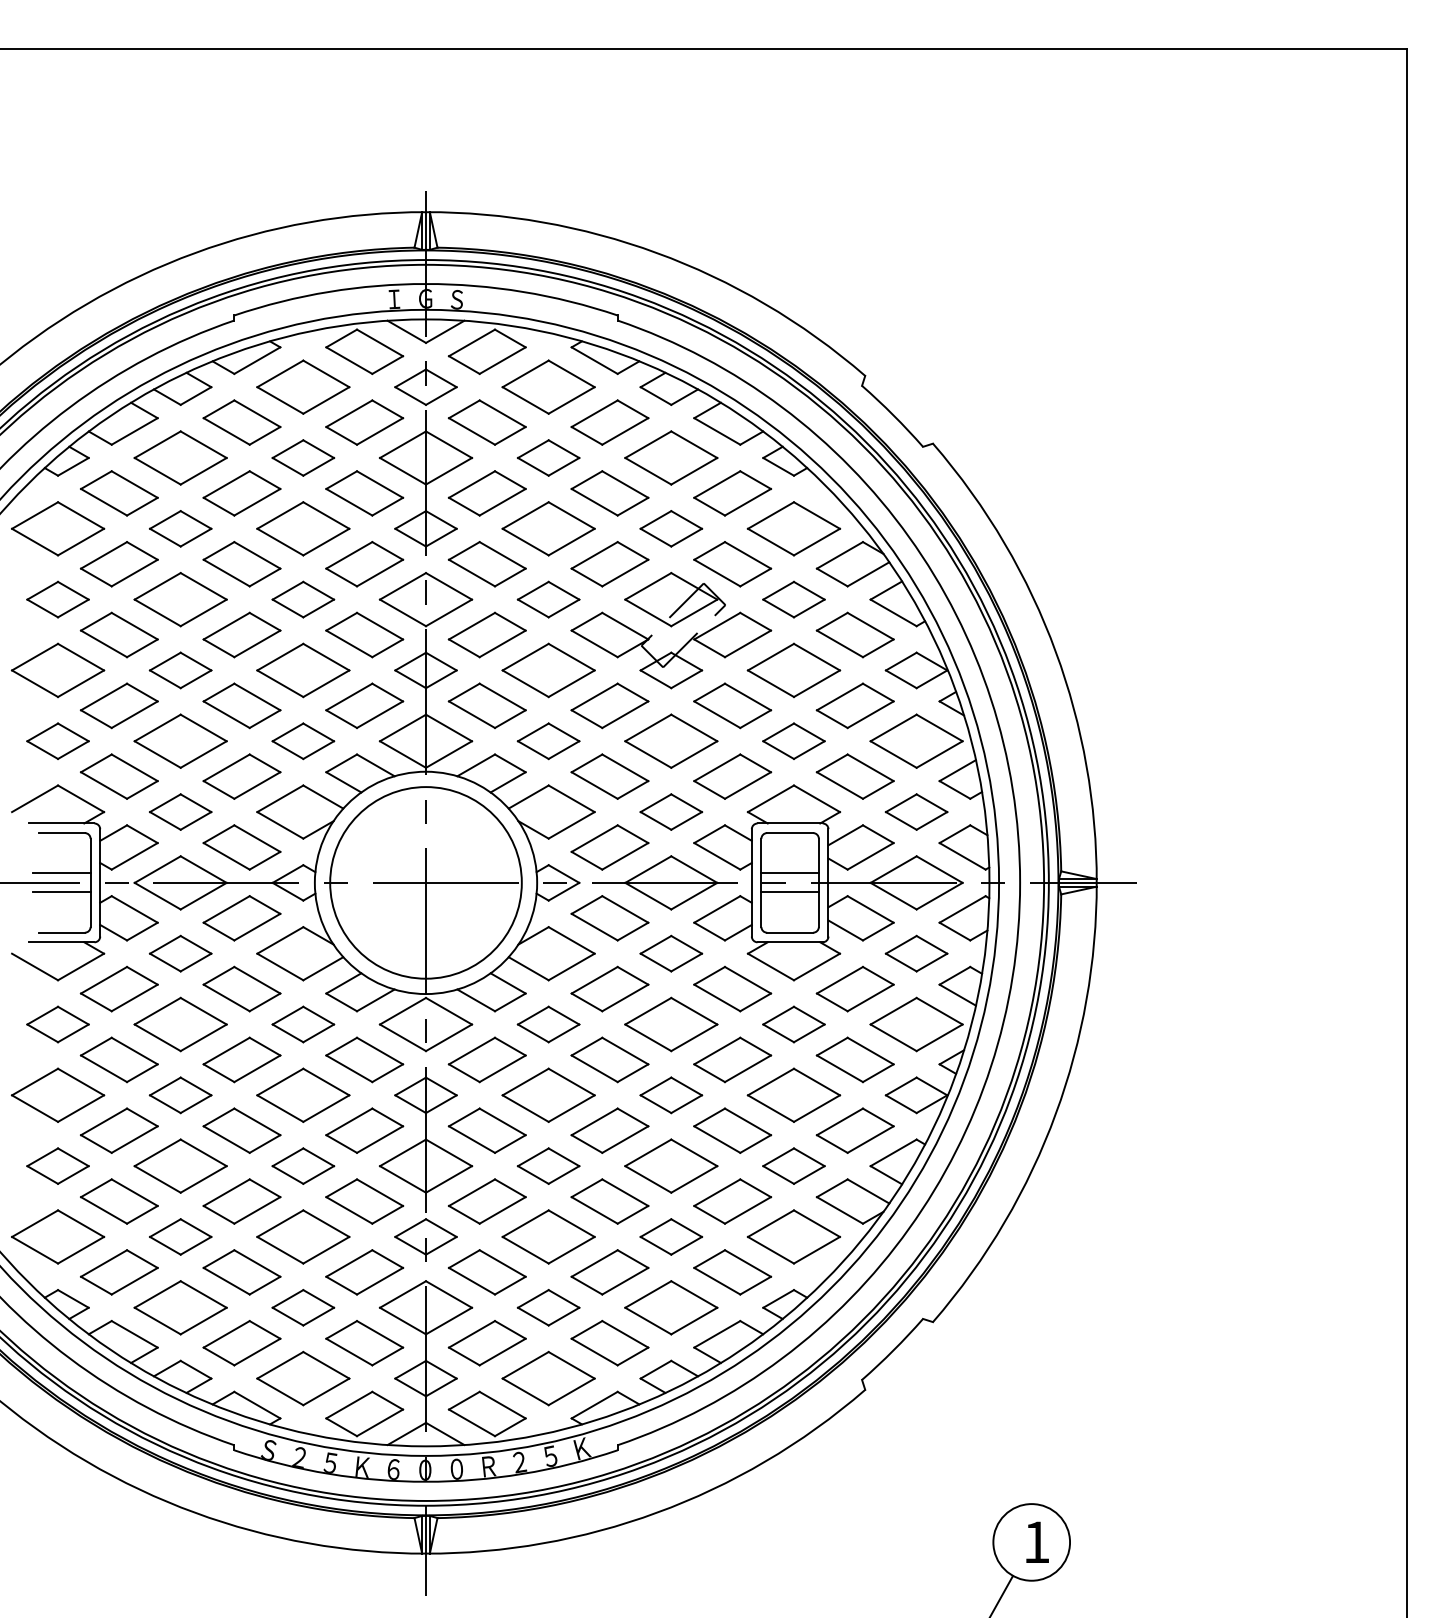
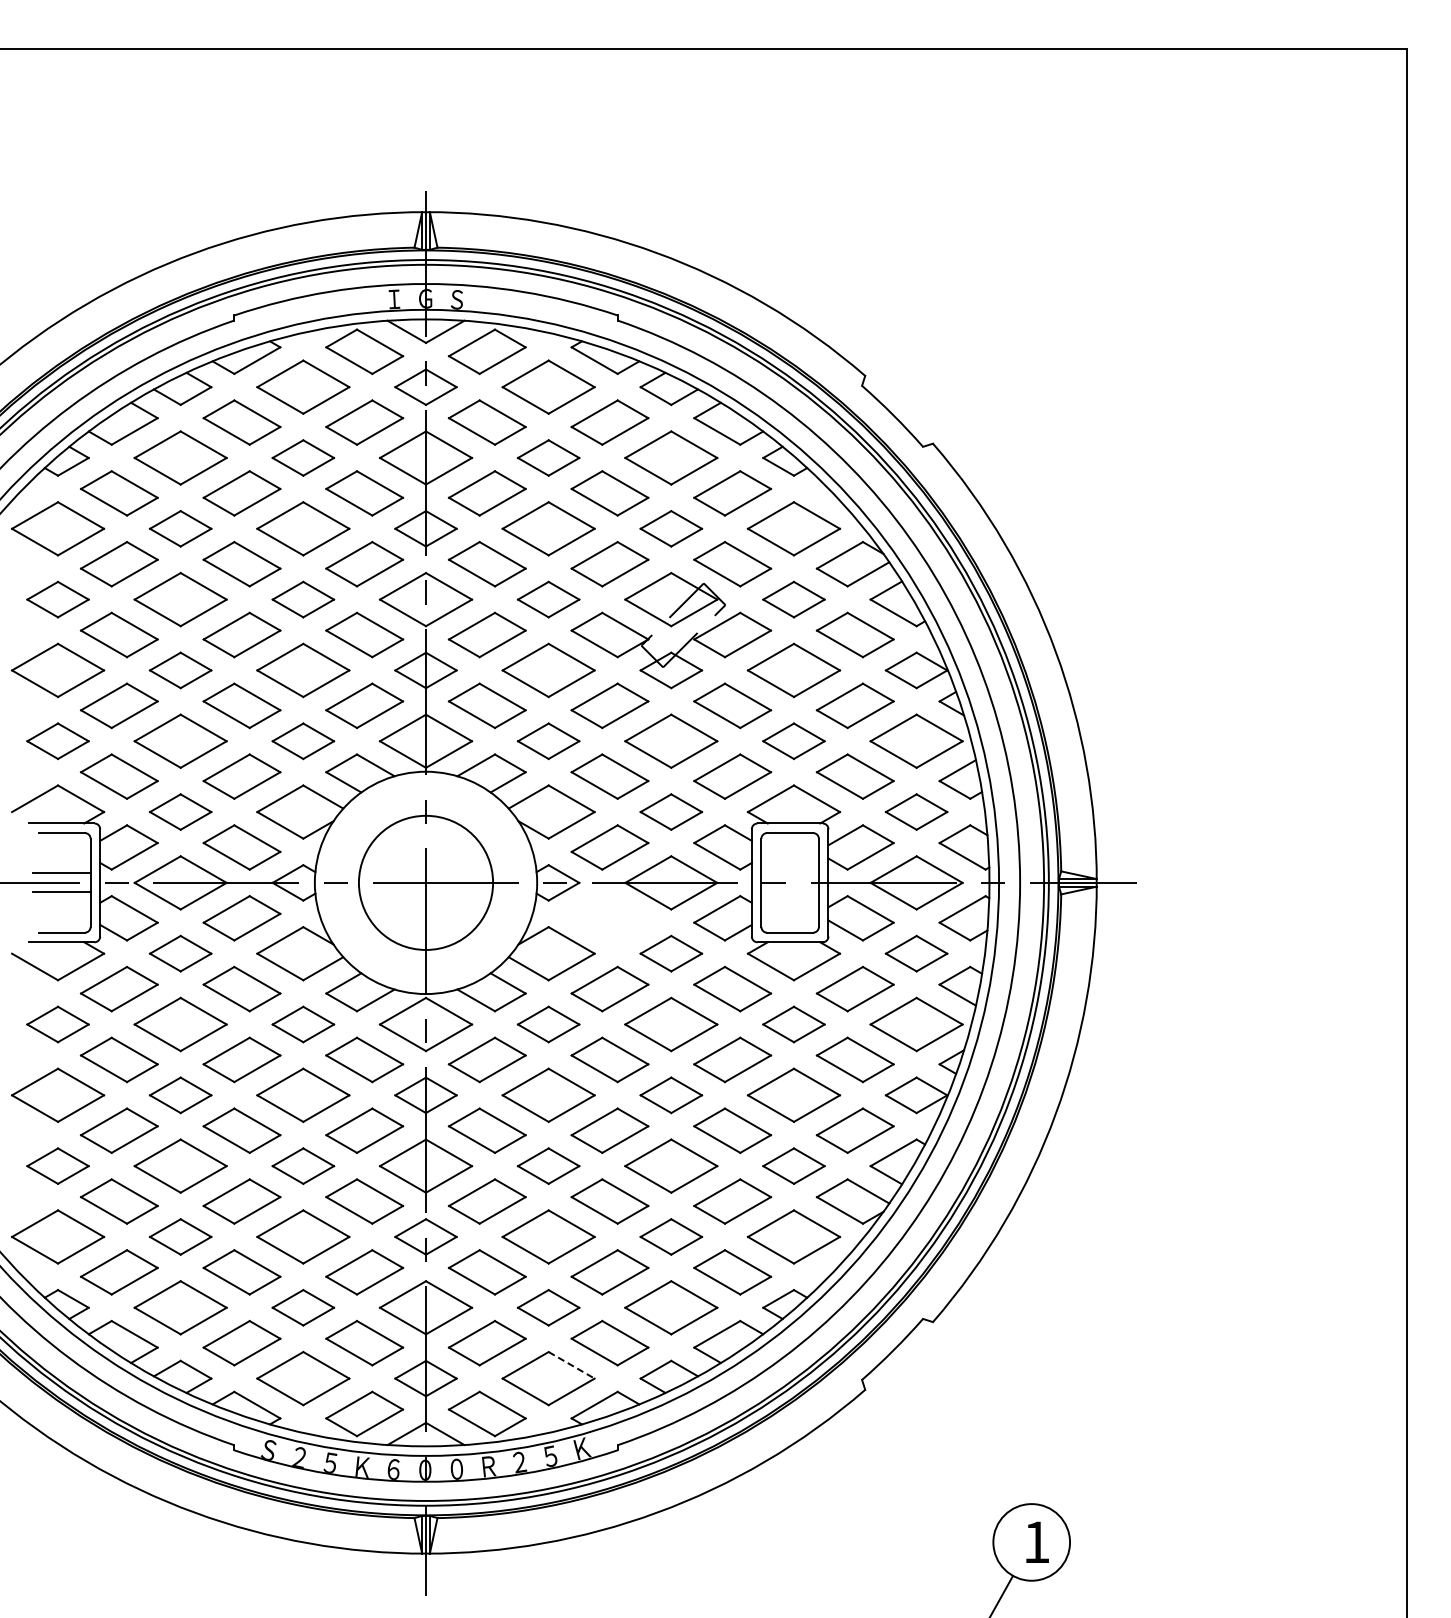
line at (789, 873): present -> none
circle at (425, 882) diameter: 192 px -> 134 px
line at (789, 892): present -> none
part at (609, 918): present -> none
line at (571, 1365): solid -> dashed
